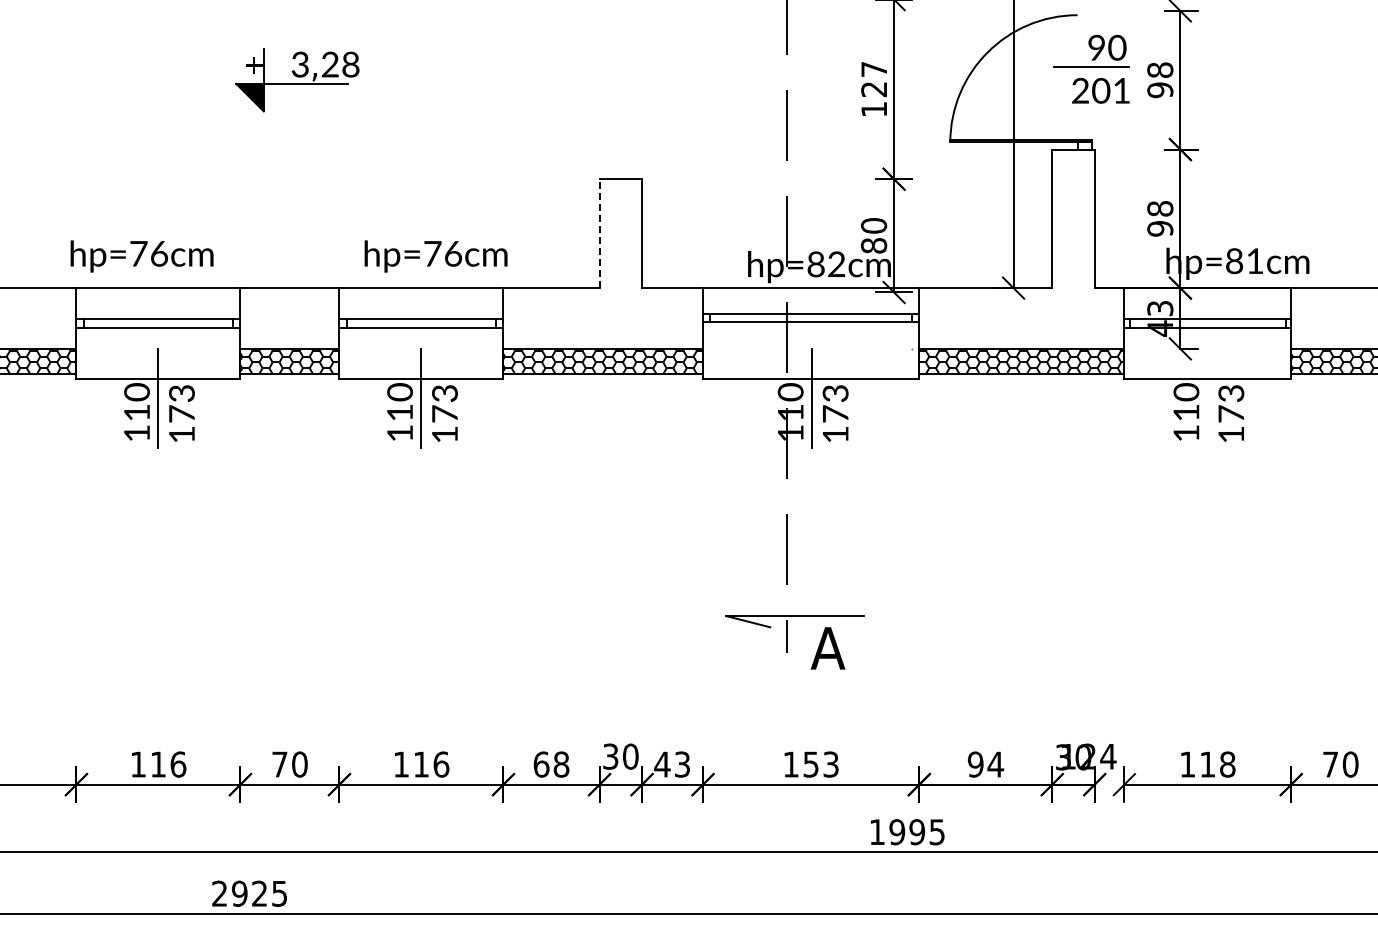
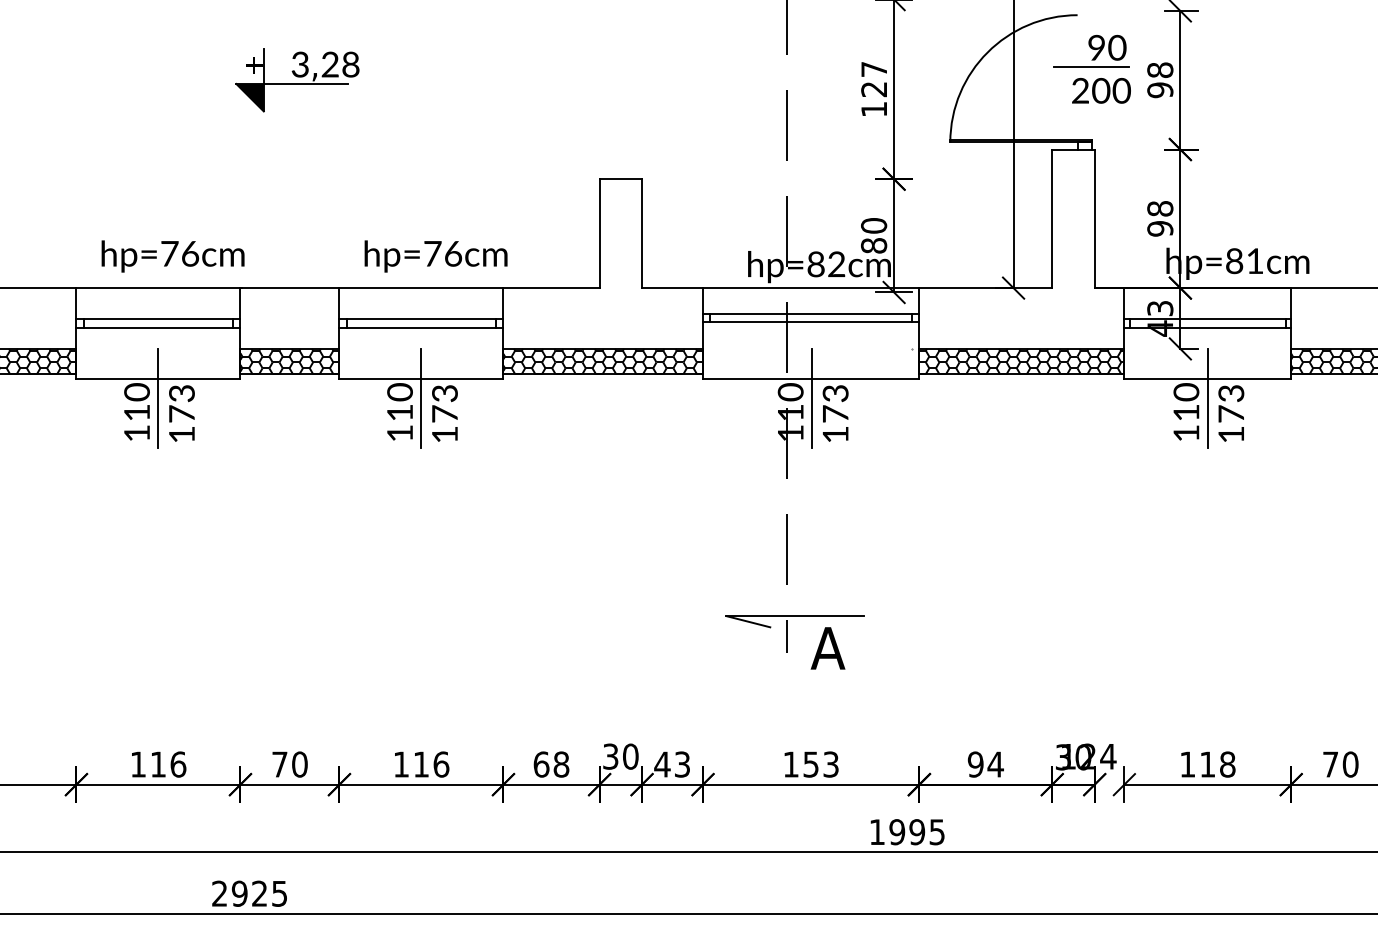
text at (1121, 90): 201 -> 200
line at (599, 233): dashed -> solid
text at (141, 256) position: (141, 256) -> (172, 256)
line at (1207, 397): none -> present
